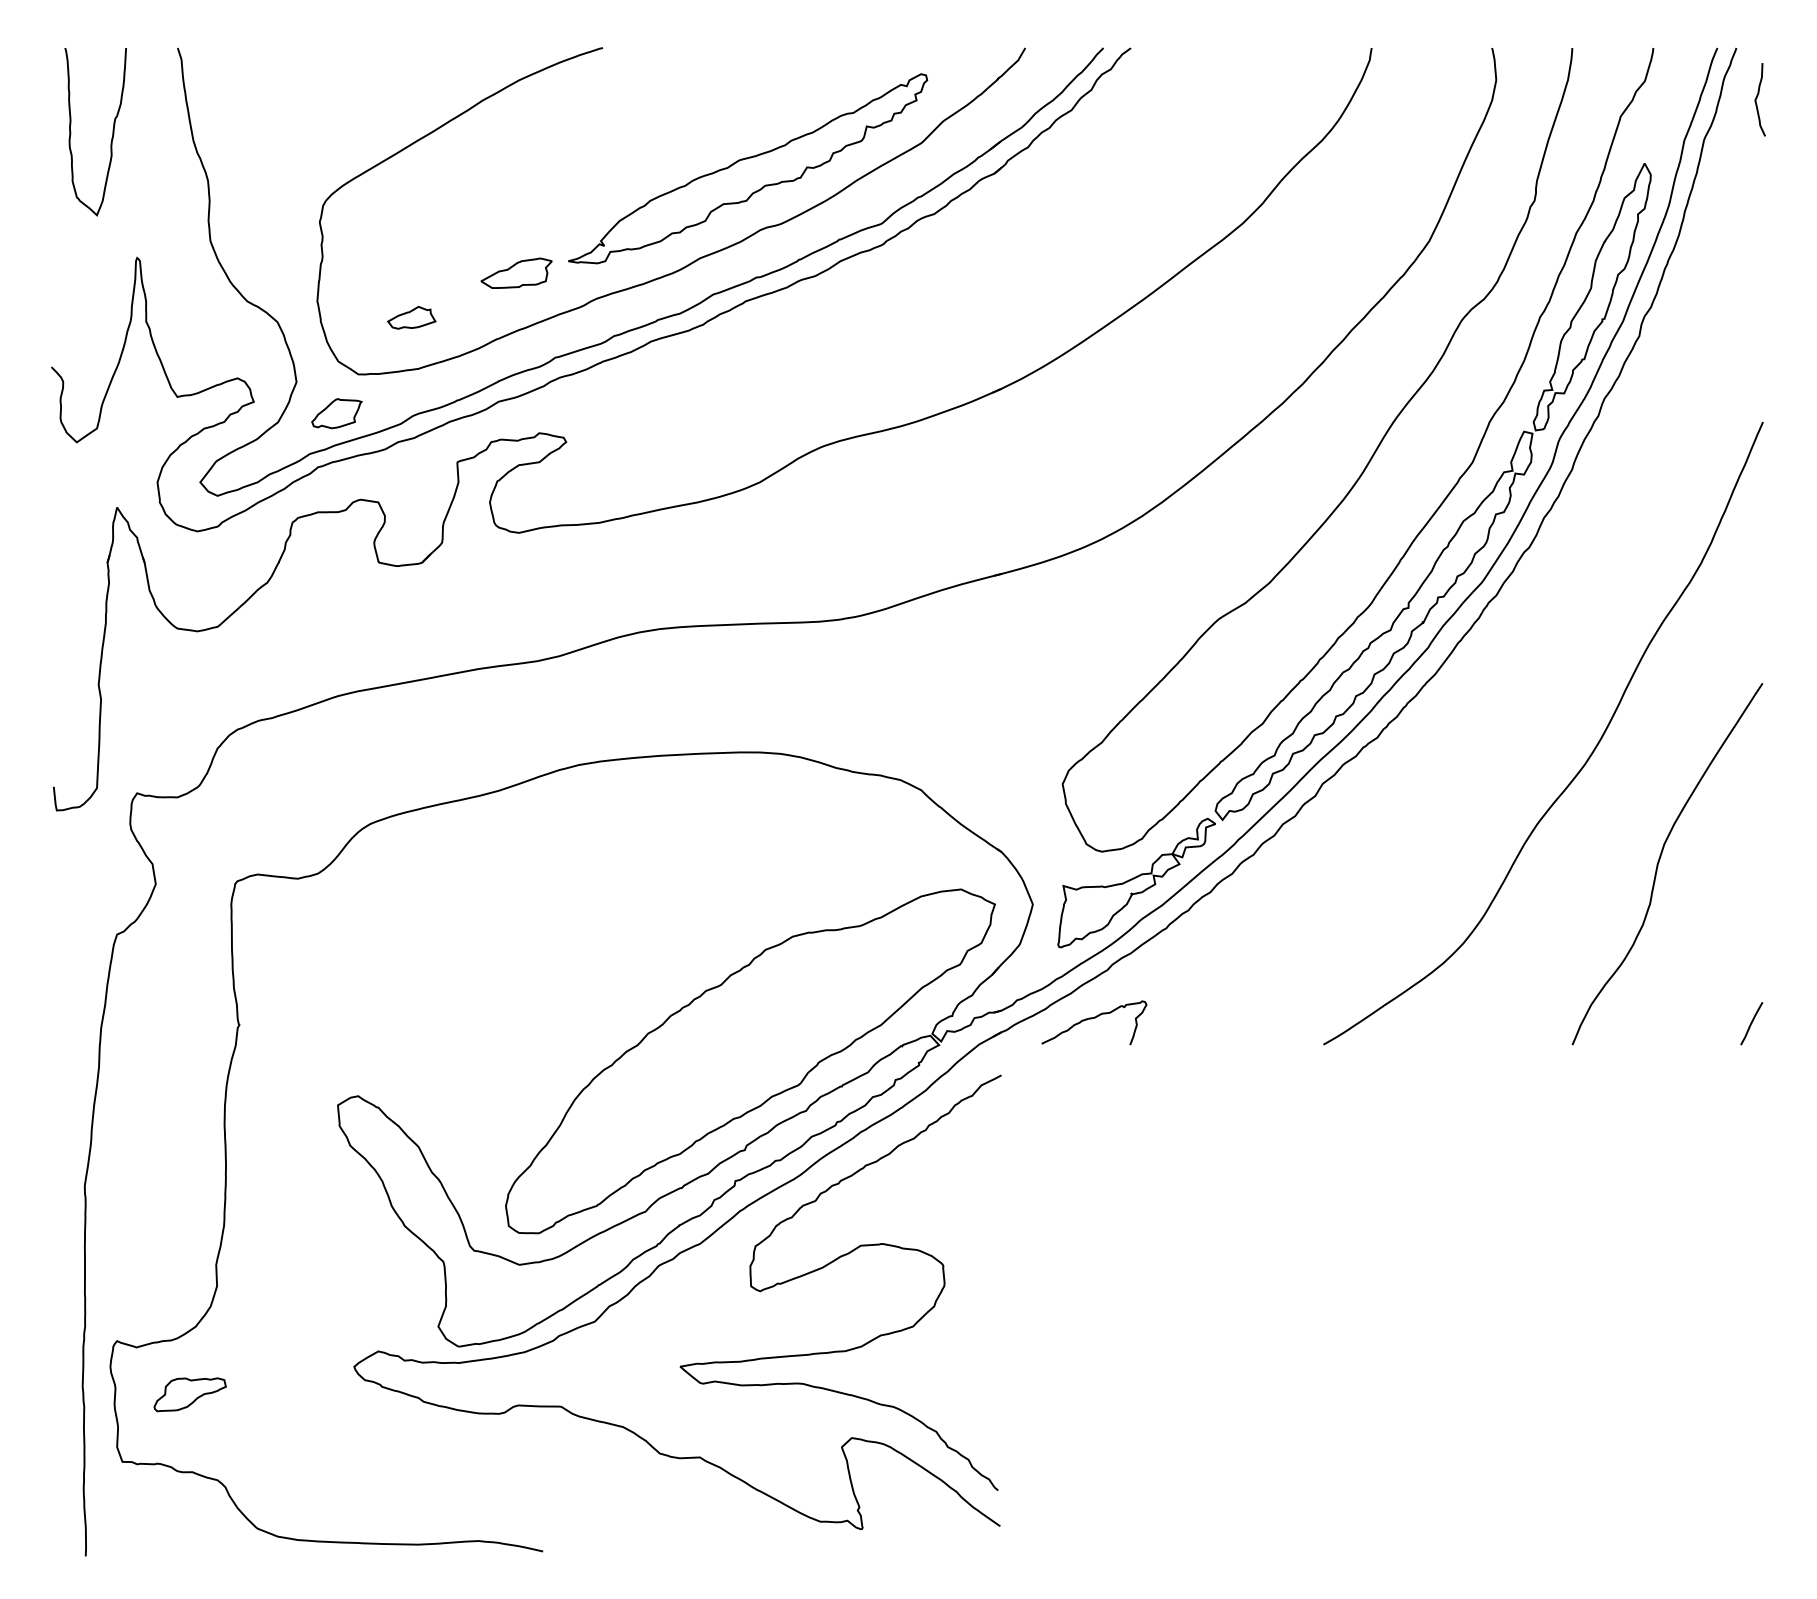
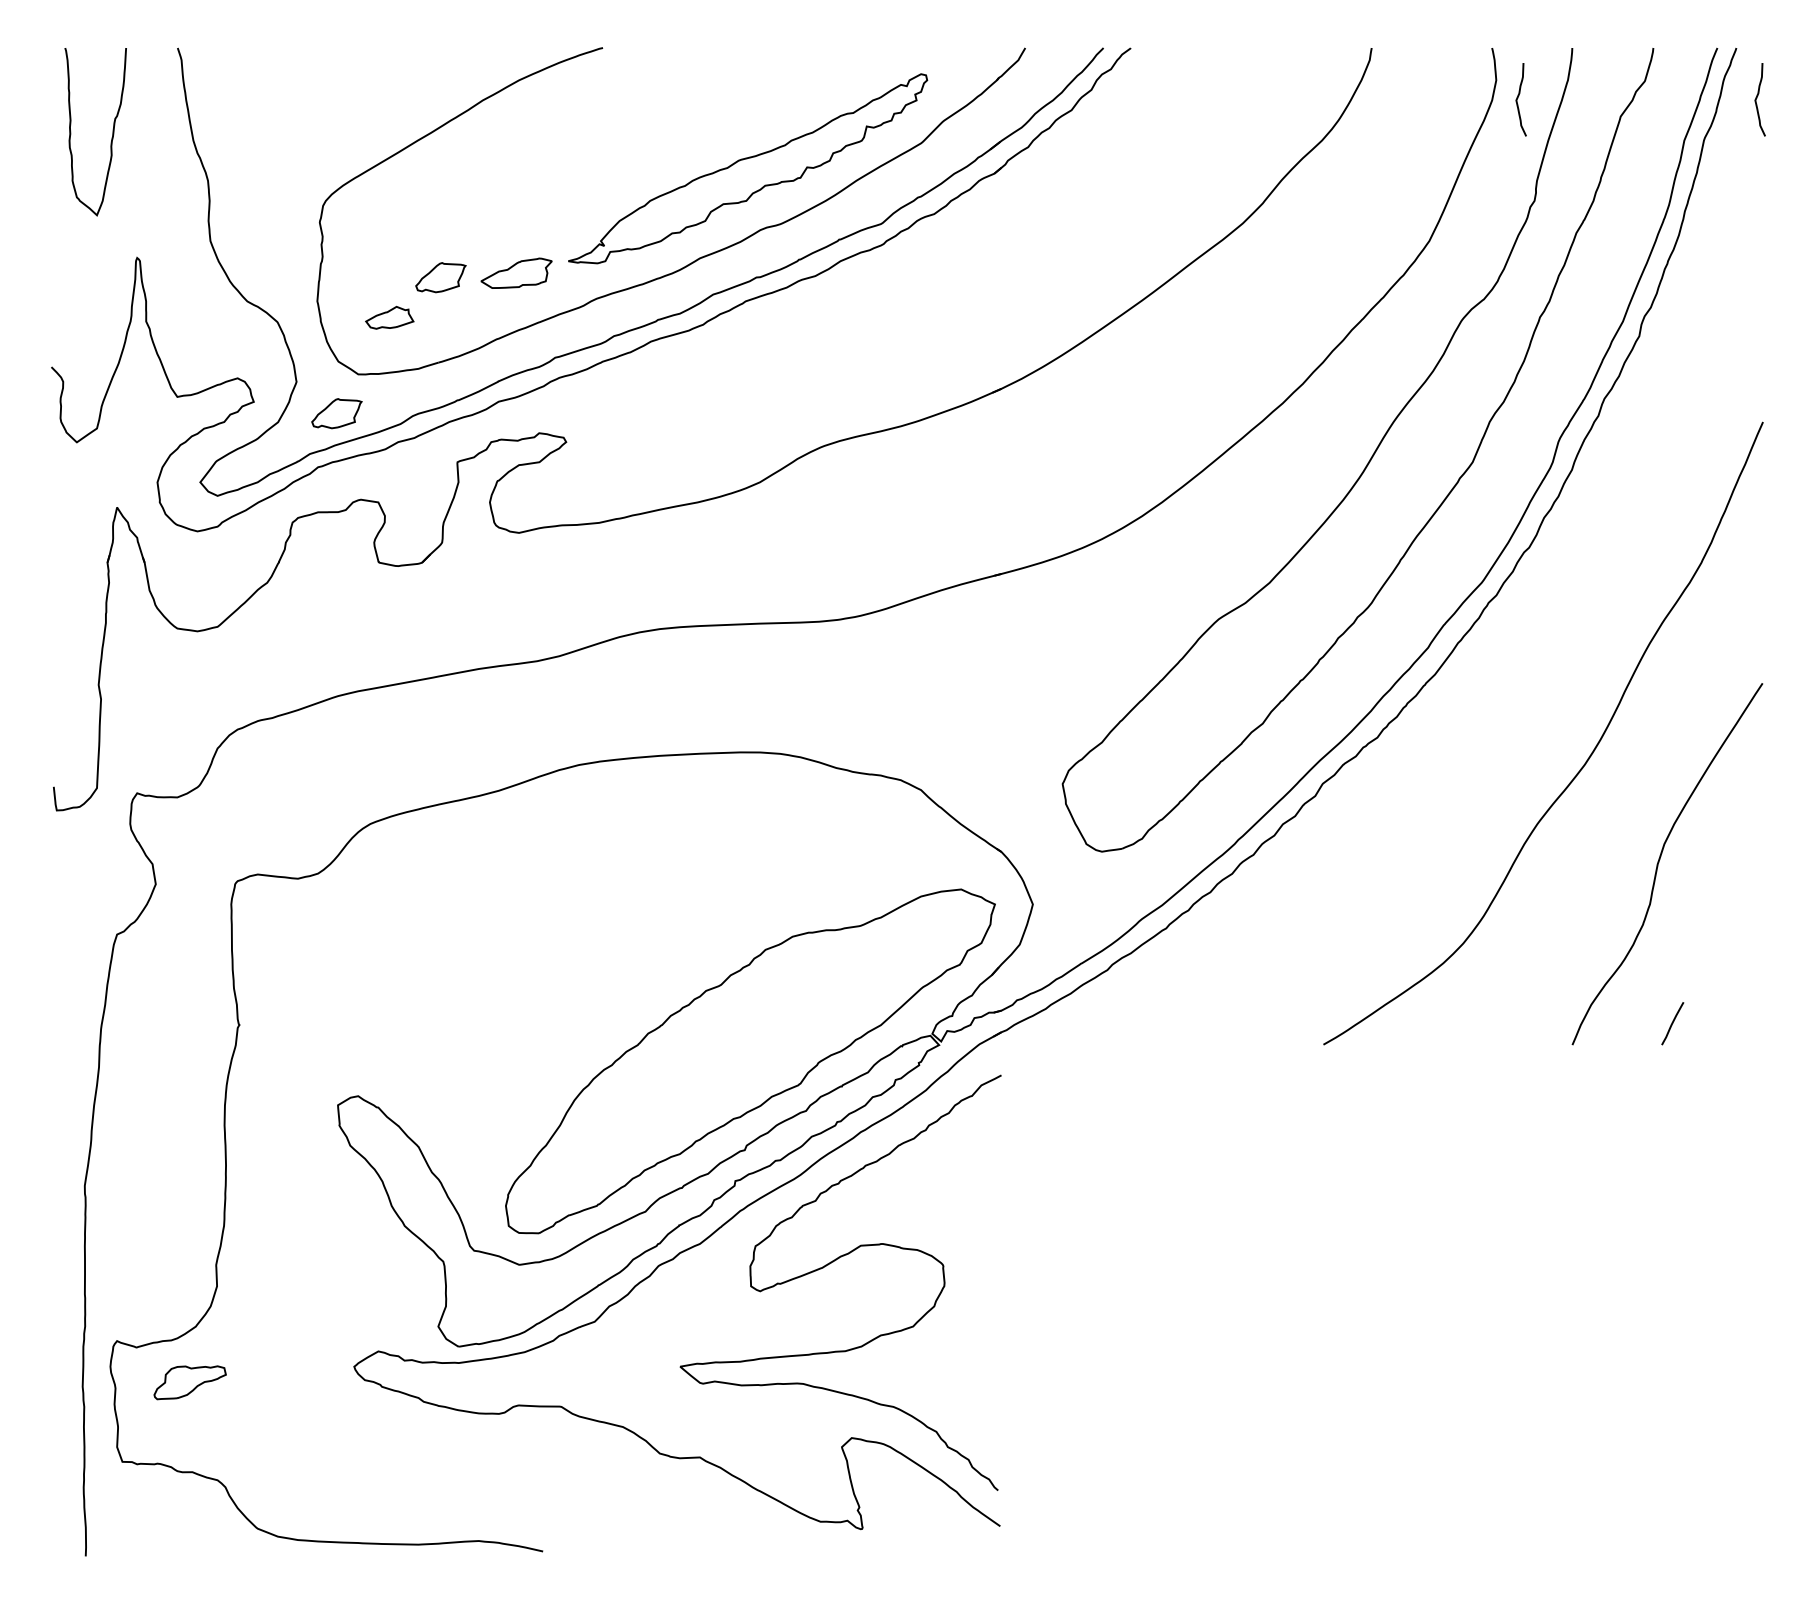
curve at (1518, 98): none -> present
part at (440, 277): none -> present
part at (411, 317) position: (411, 317) -> (389, 317)
part at (1411, 597): present -> none
curve at (1094, 1018): present -> none
line at (1751, 1023) position: (1751, 1023) -> (1672, 1023)
part at (189, 1394) position: (189, 1394) -> (189, 1382)
